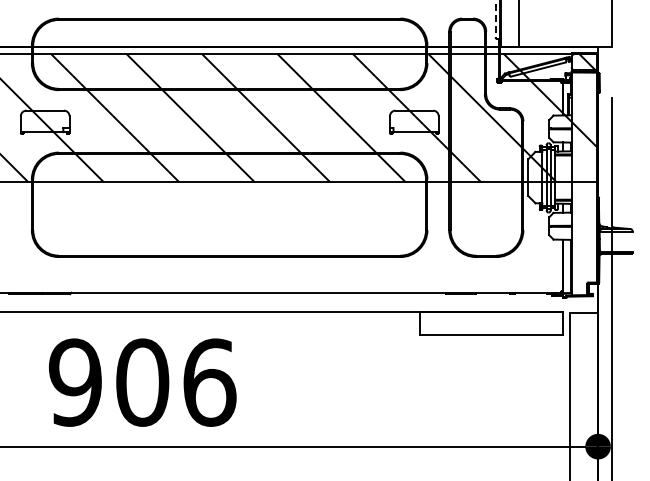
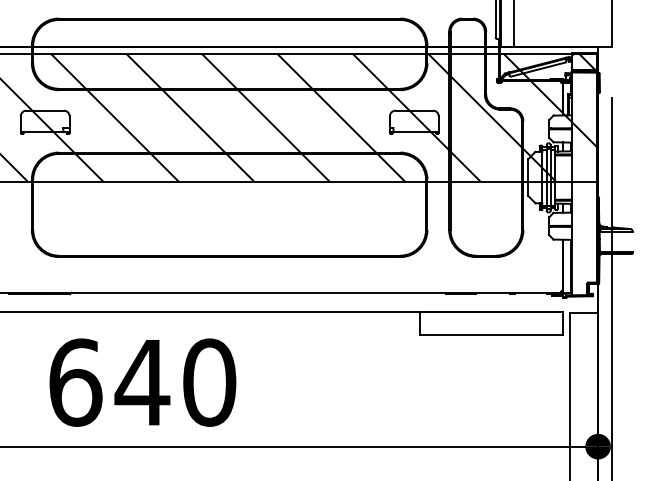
line at (495, 19): dashed -> solid
line at (519, 24) position: (519, 24) -> (514, 24)
text at (142, 382): 906 -> 640
